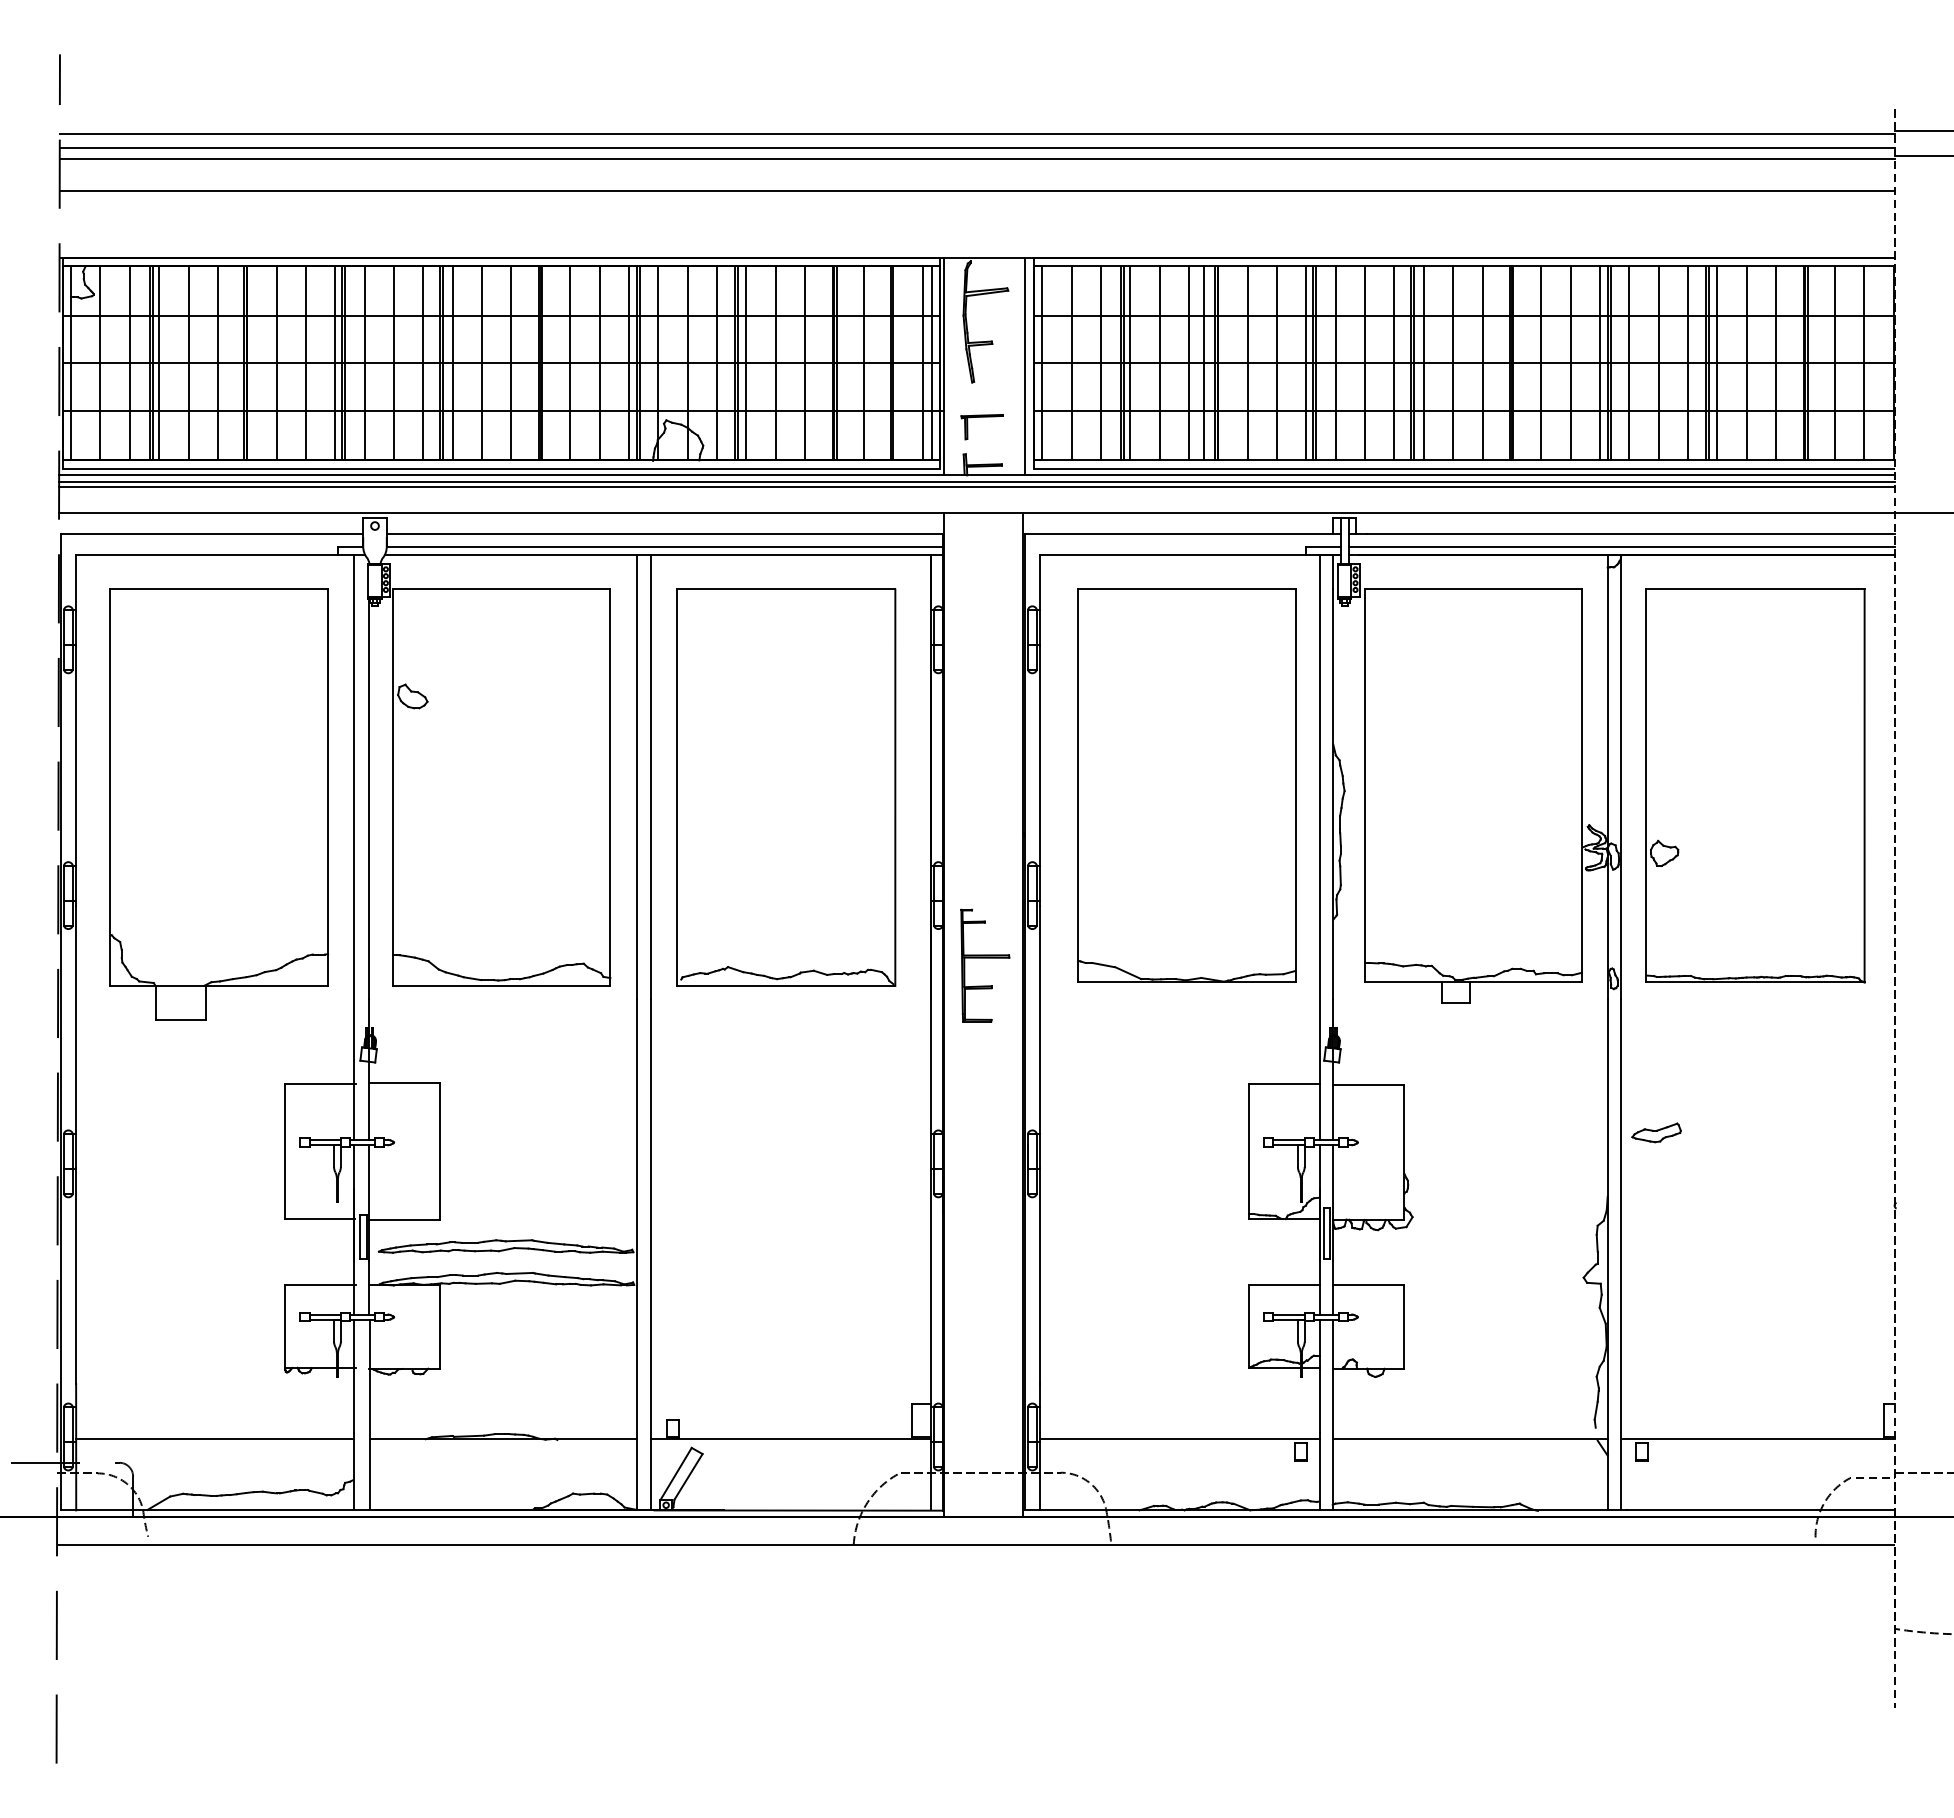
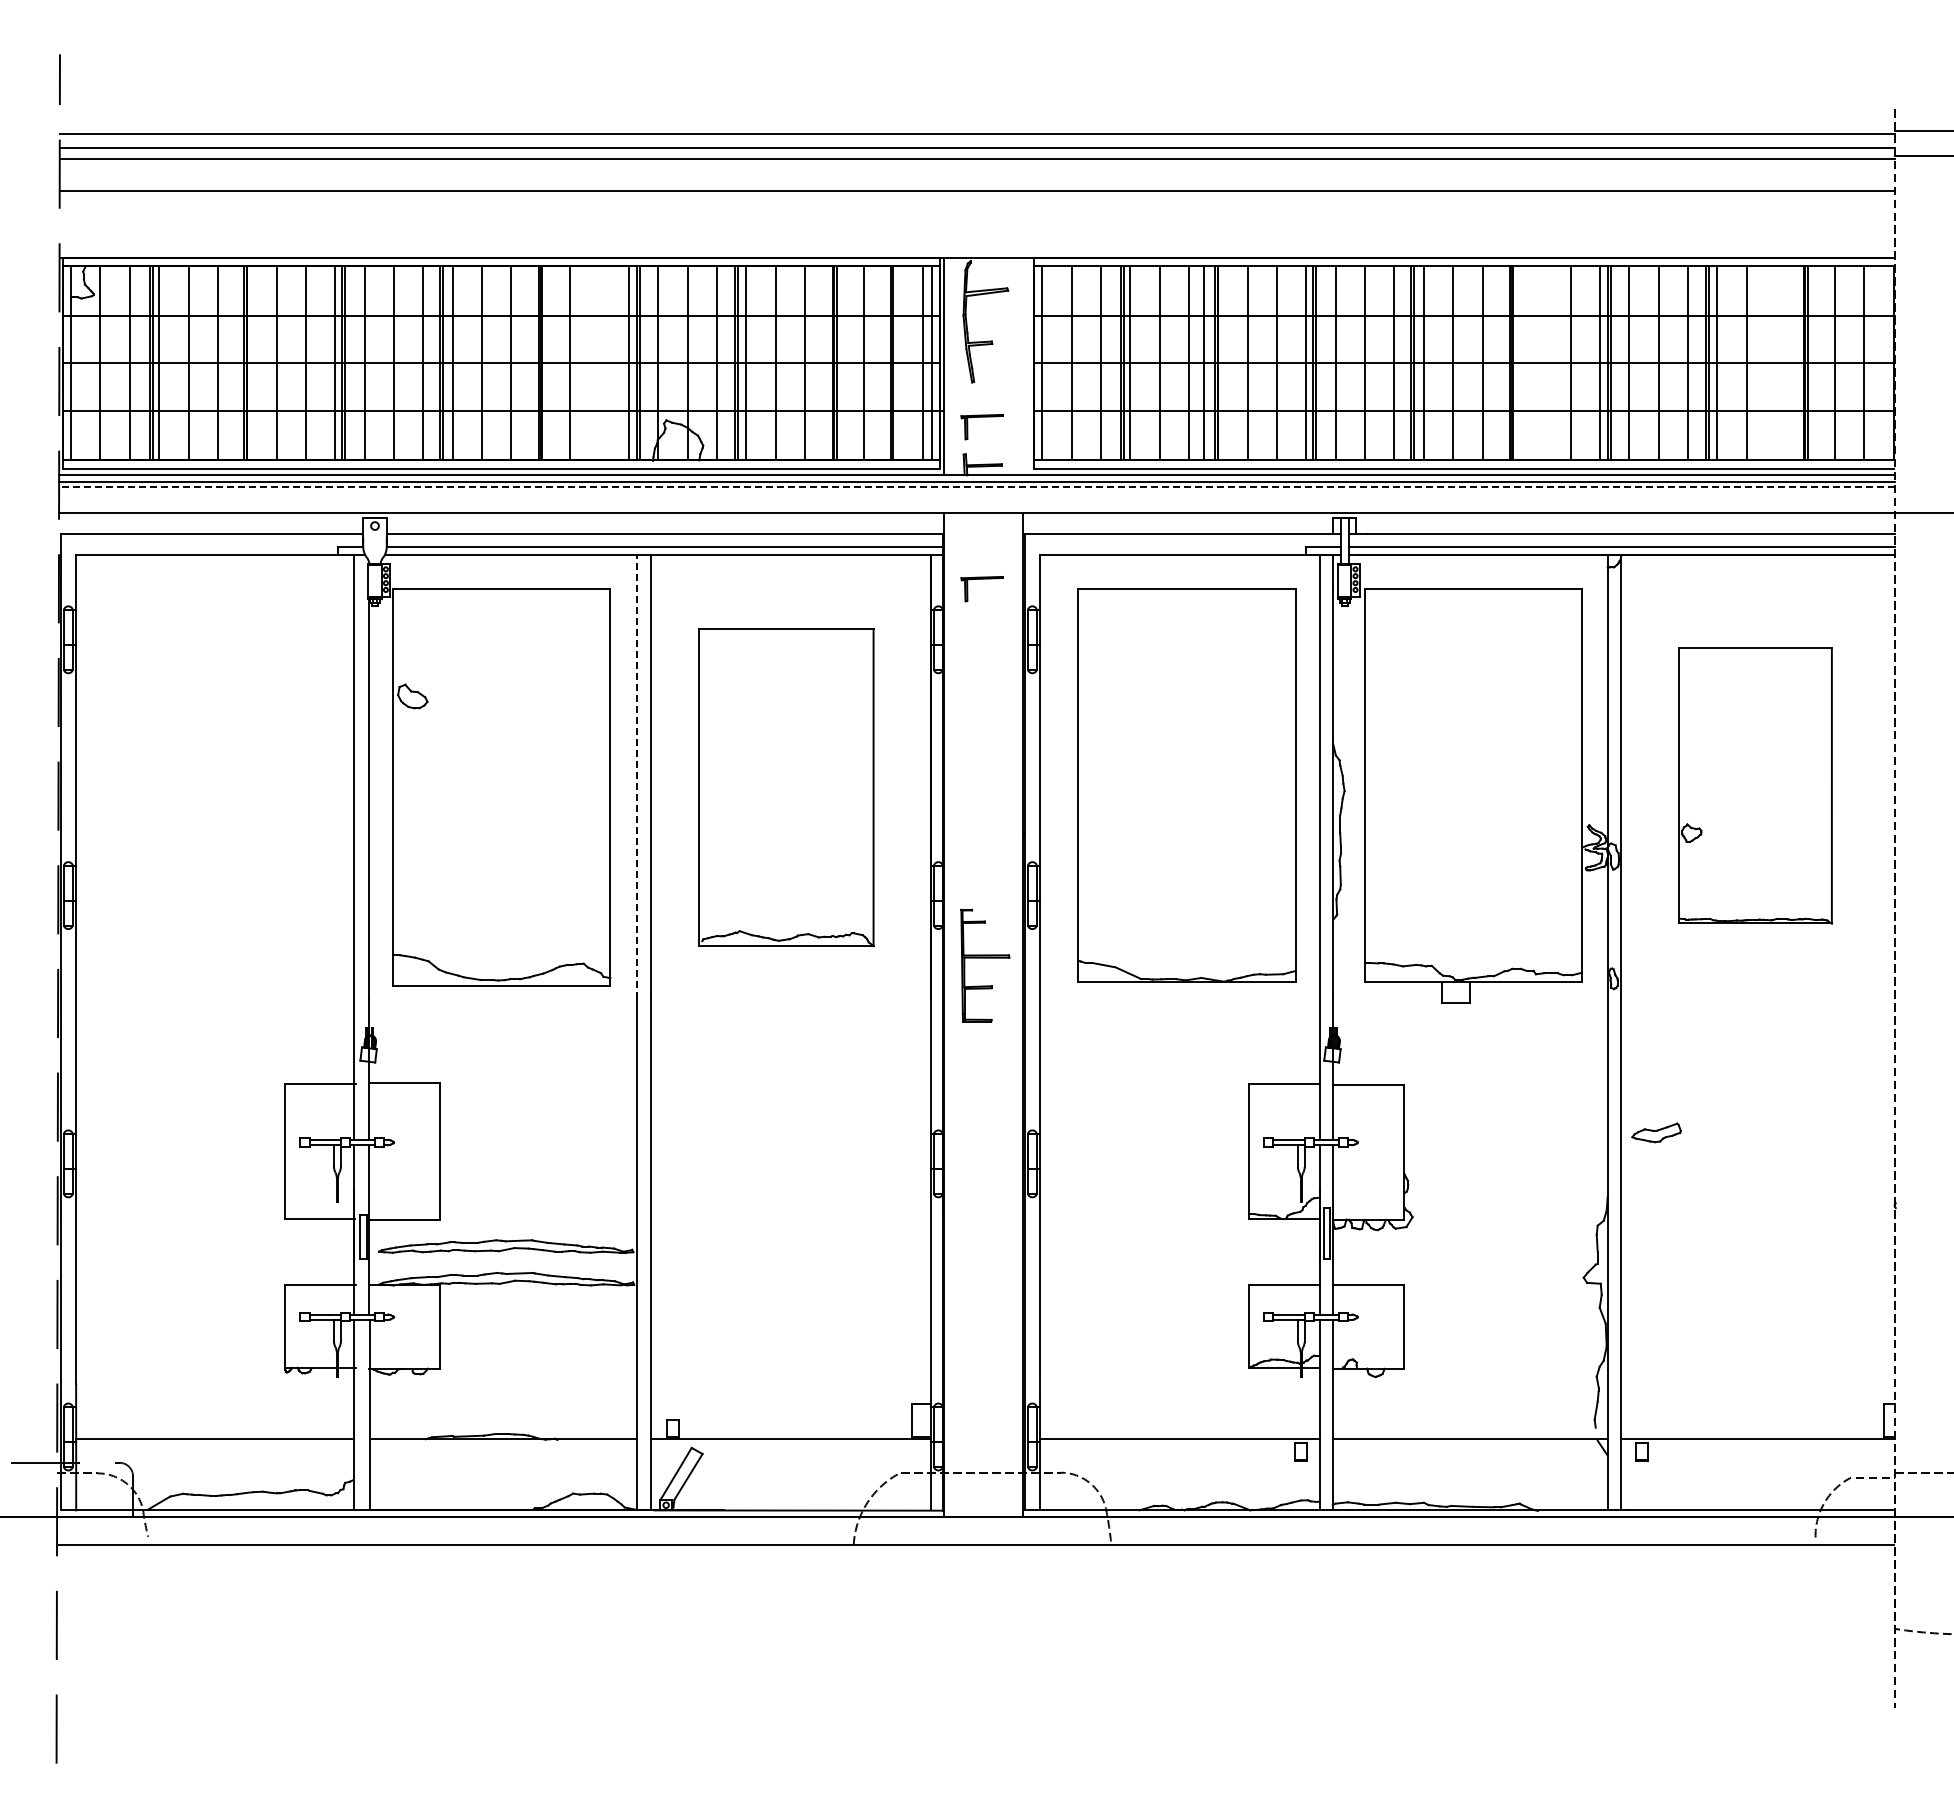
line at (599, 363): present -> none
line at (1541, 363): present -> none
line at (1776, 363): present -> none
line at (1024, 366): present -> none
line at (976, 487): solid -> dashed
part at (981, 579): none -> present
line at (637, 777): solid -> dashed
part at (1755, 785) size: 221x396 px -> 155x278 px
part at (786, 787) size: 221x399 px -> 177x320 px
part at (218, 804): present -> none
